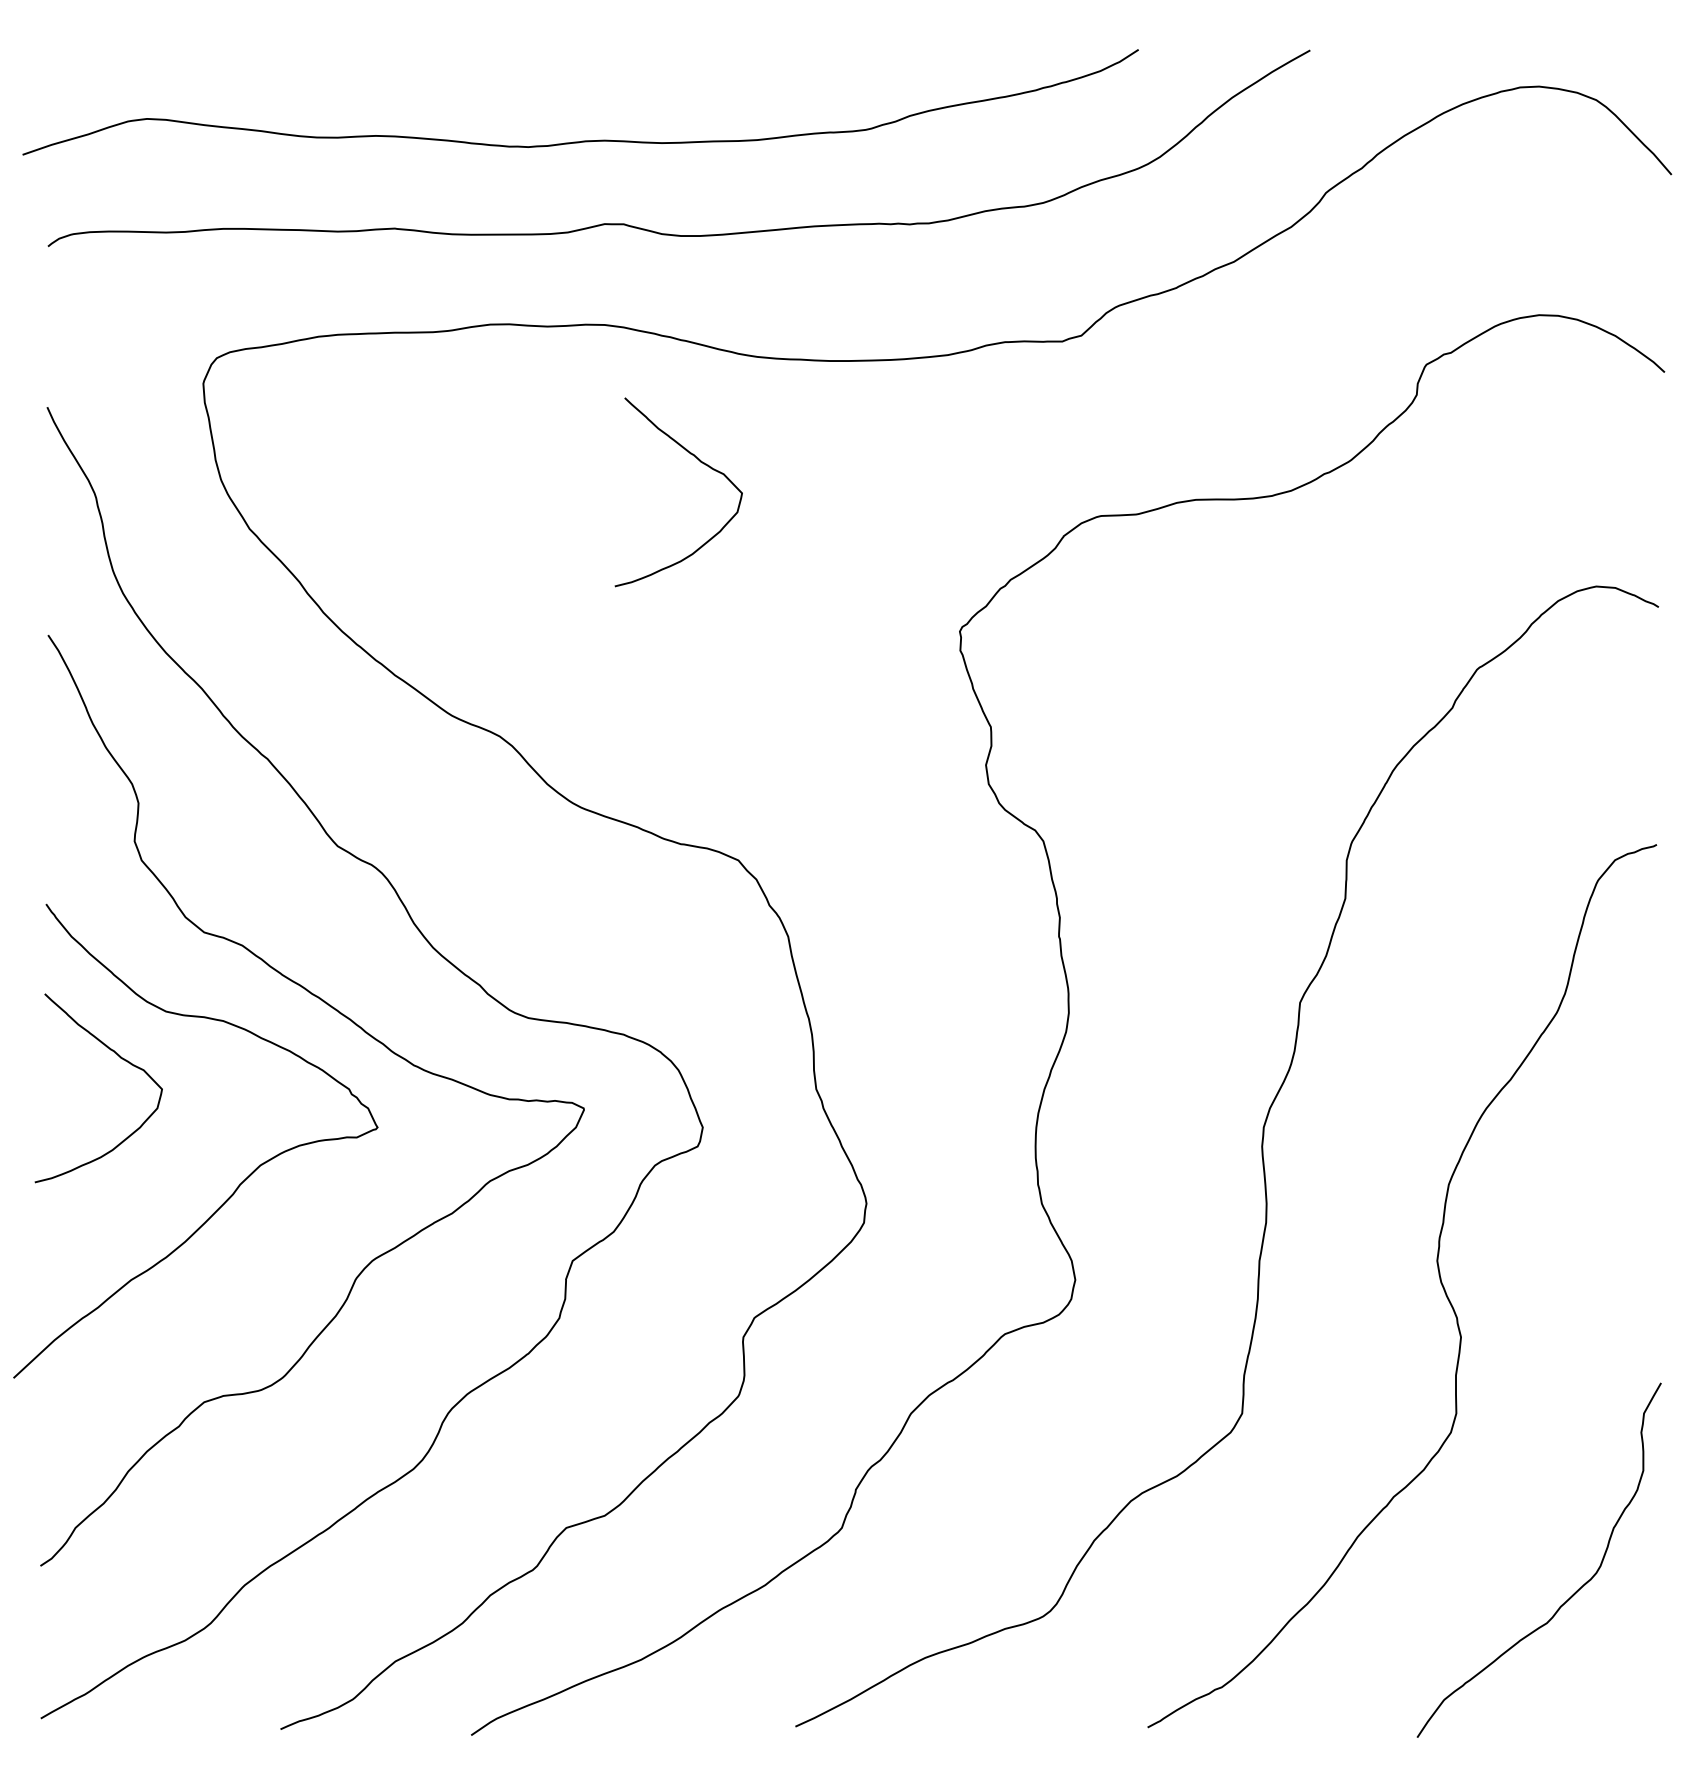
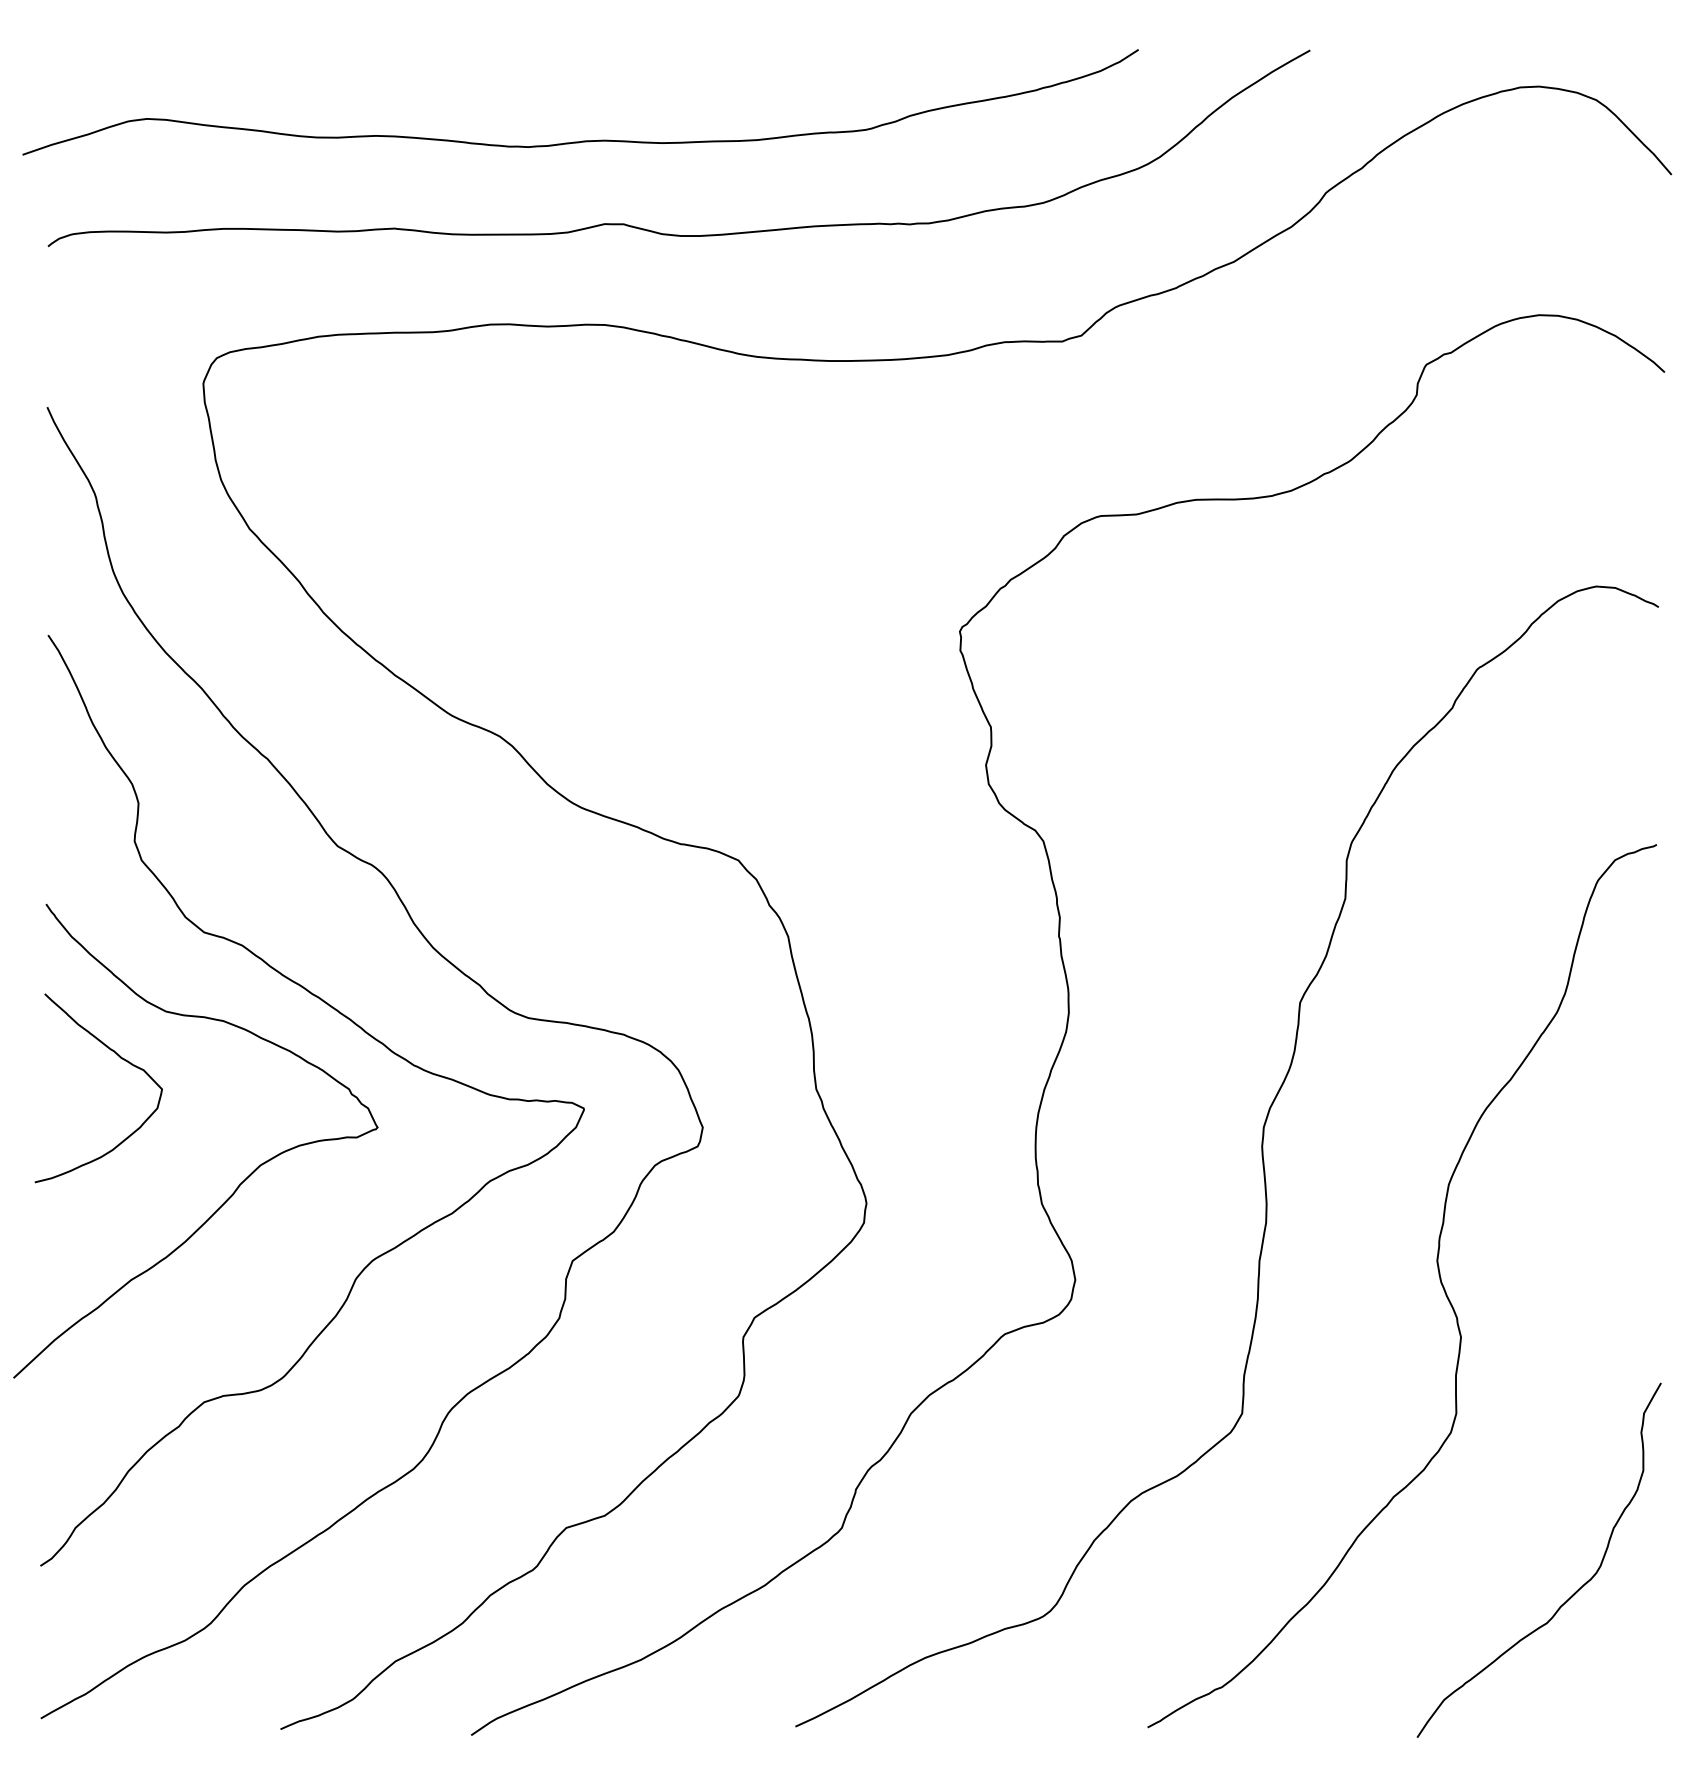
curve at (700, 462): present -> none
